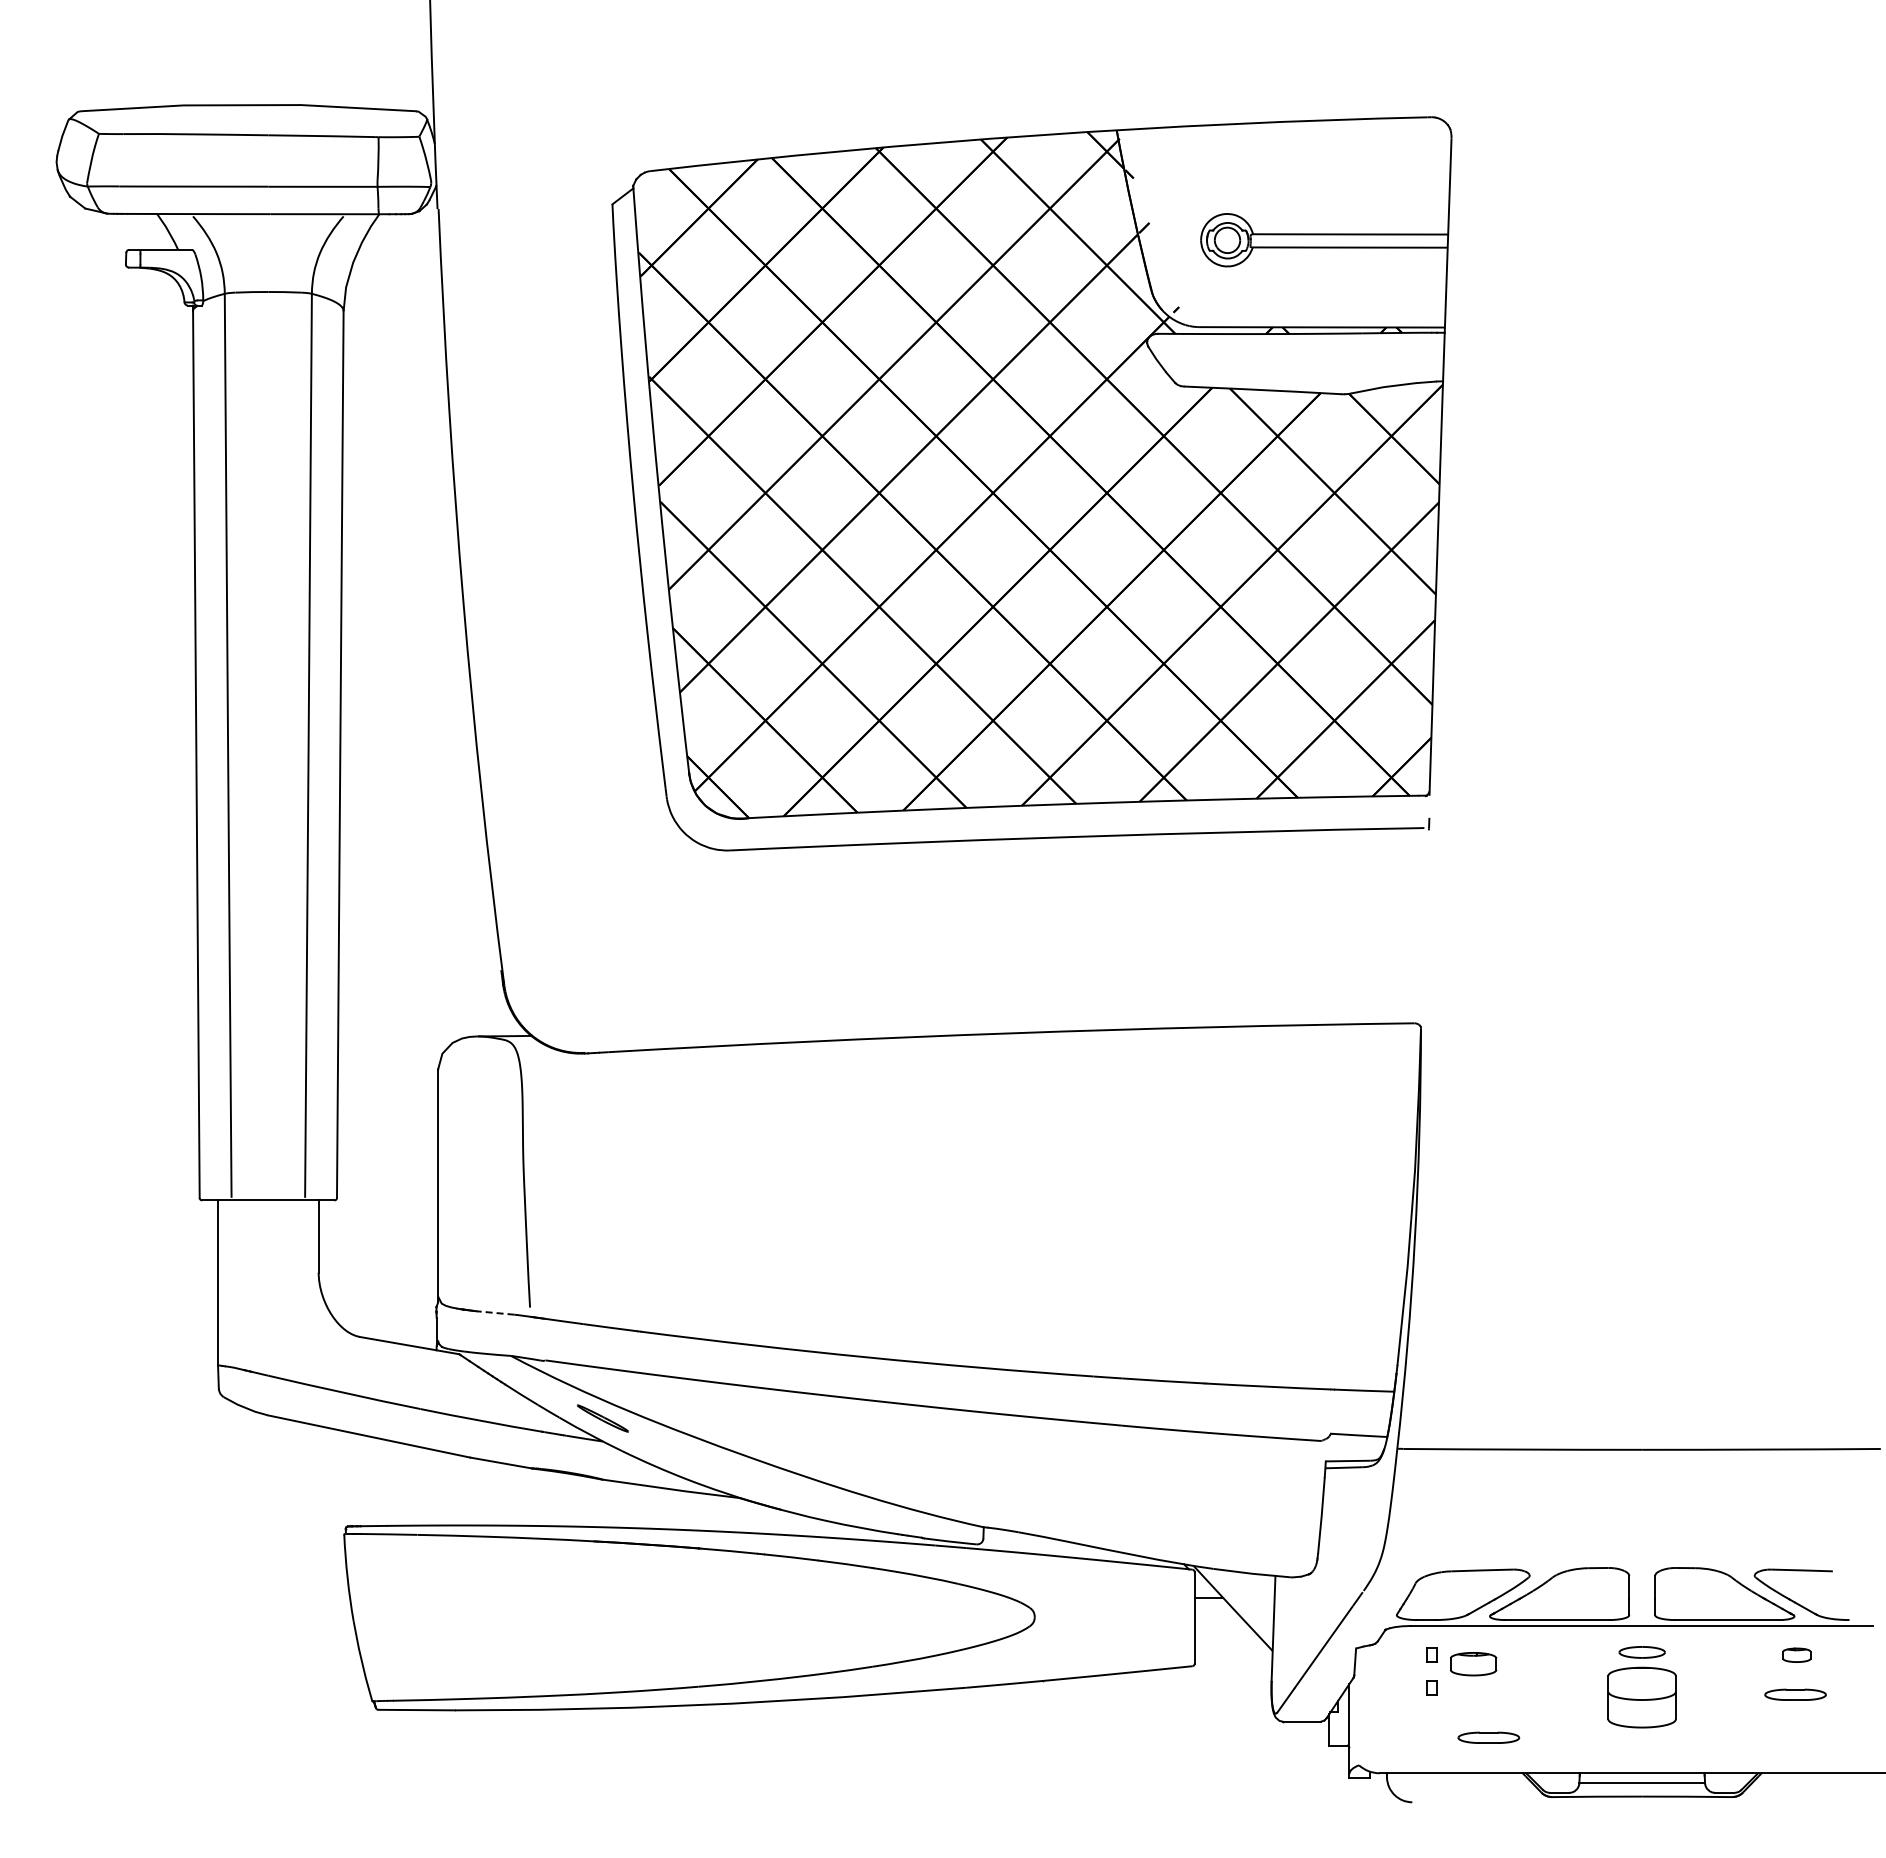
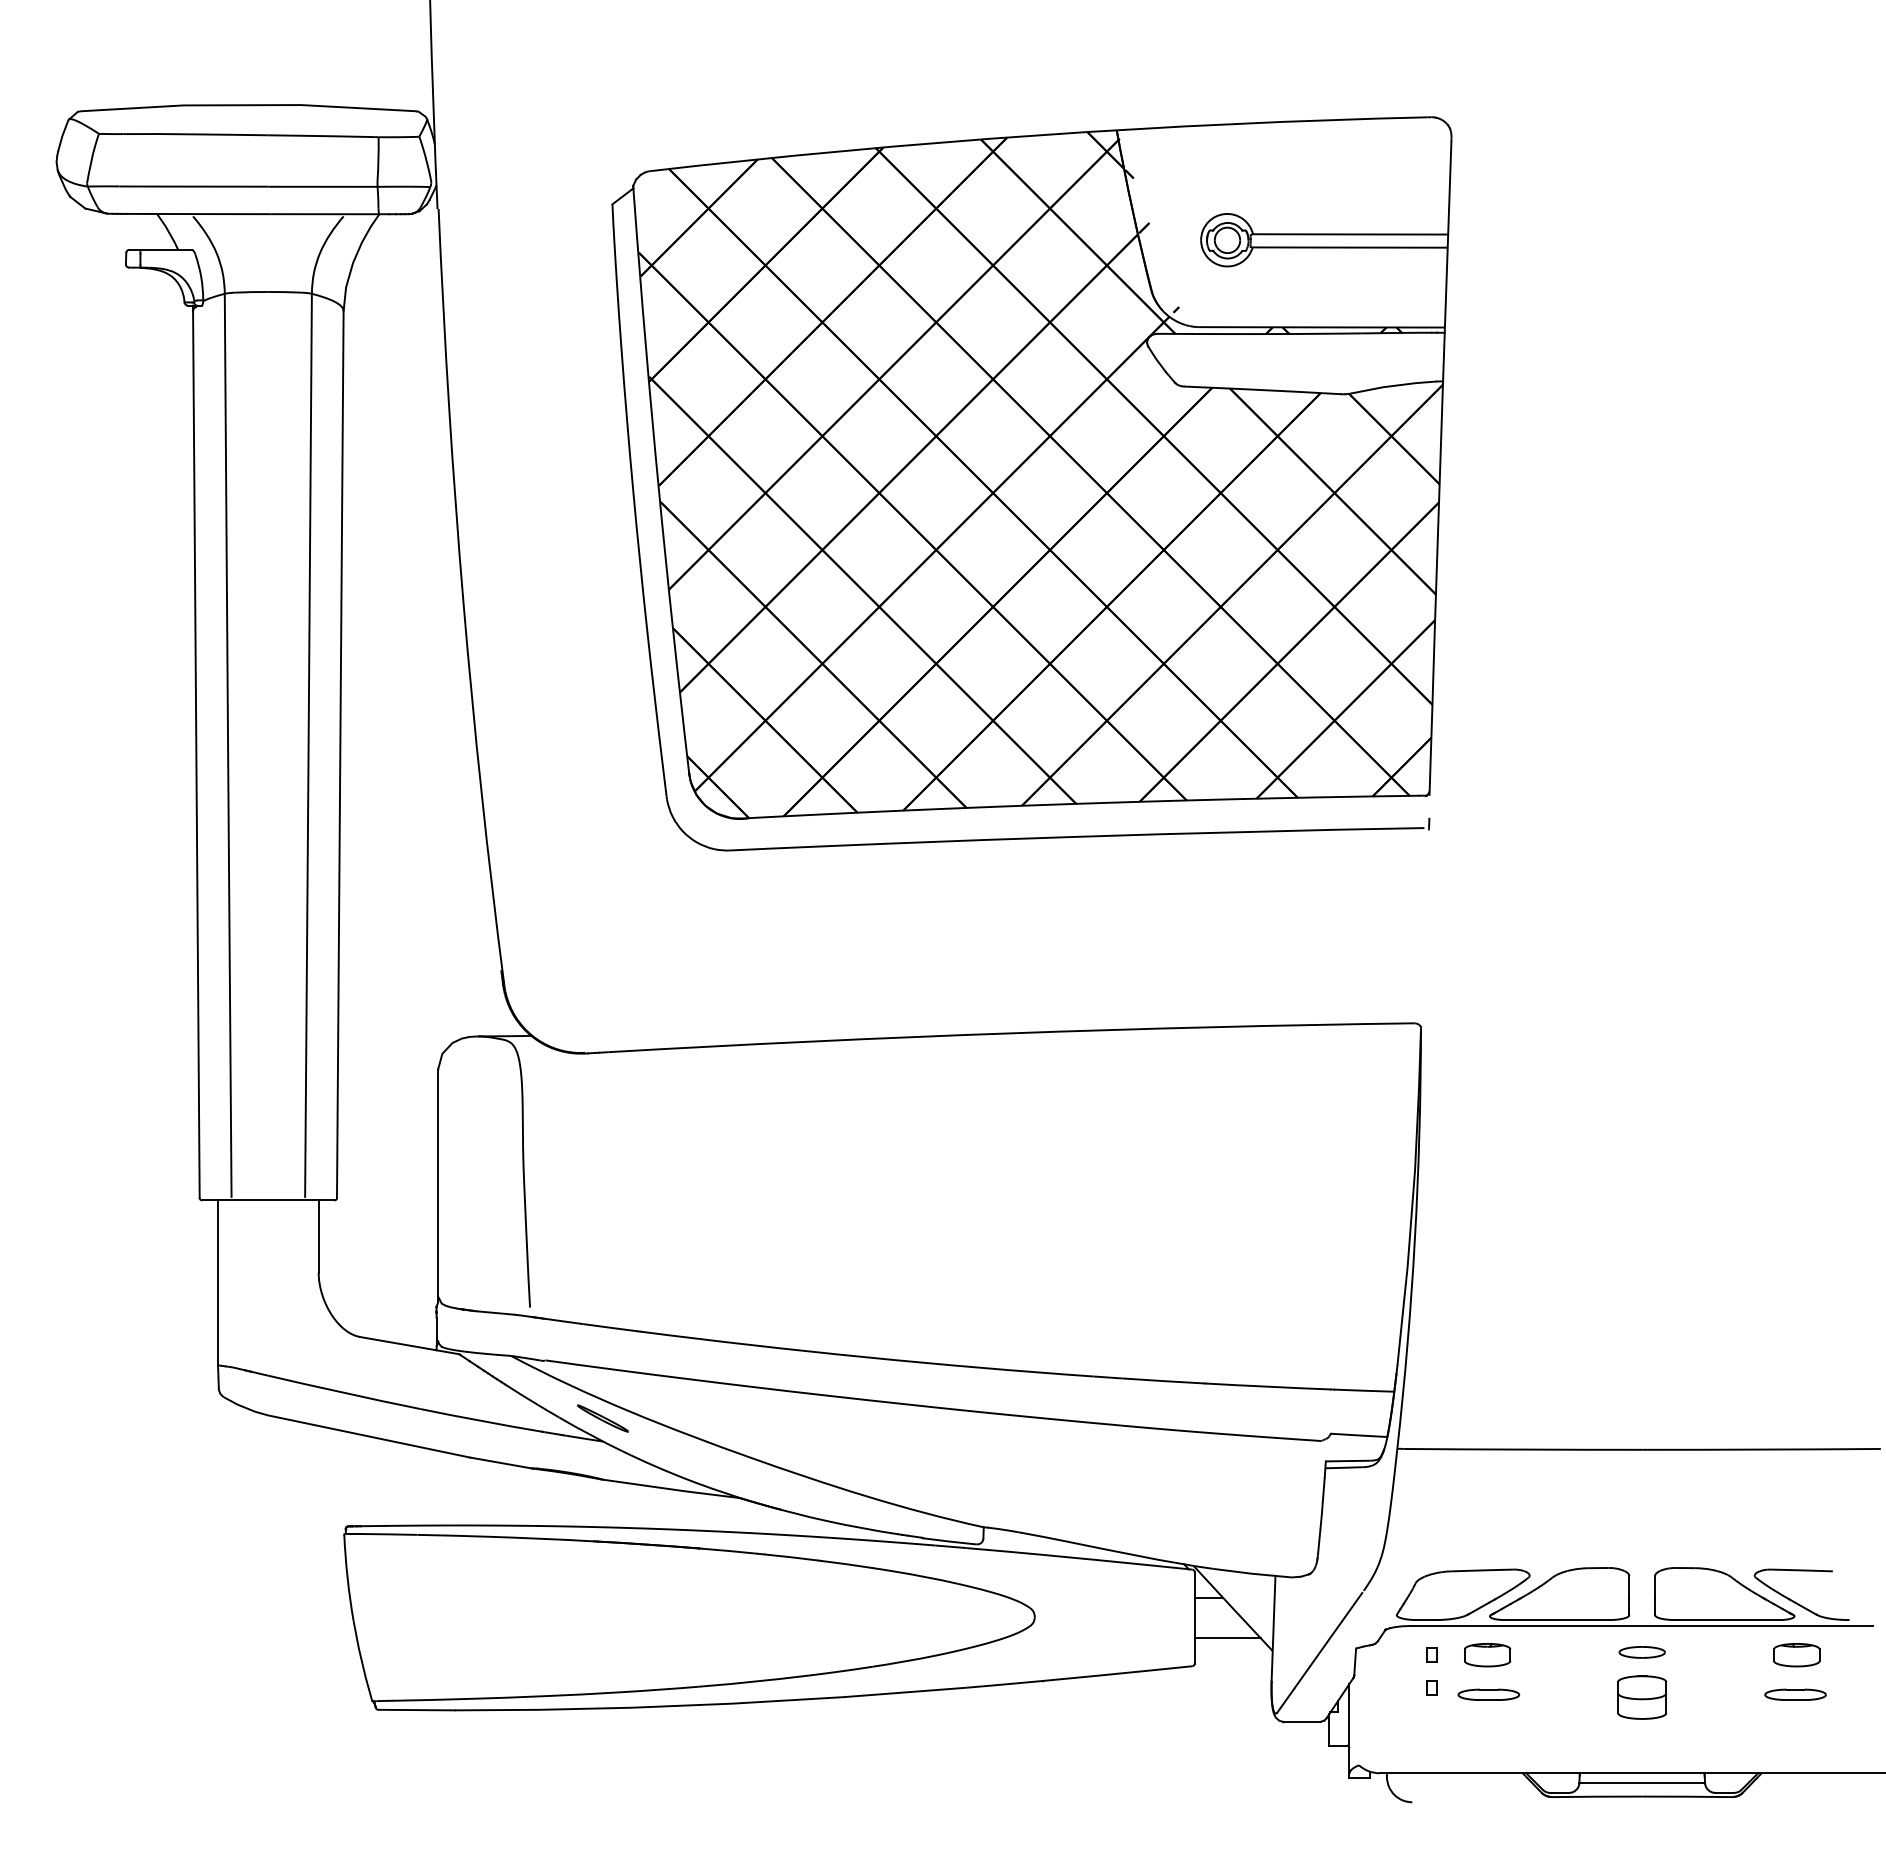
line at (495, 1312): dashed -> solid
line at (1227, 1638): none -> present
part at (1796, 1654) size: 30x16 px -> 48x25 px
part at (1473, 1664) position: (1473, 1664) -> (1487, 1655)
part at (1641, 1697) size: 70x63 px -> 51x45 px
part at (1488, 1737) position: (1488, 1737) -> (1488, 1694)
